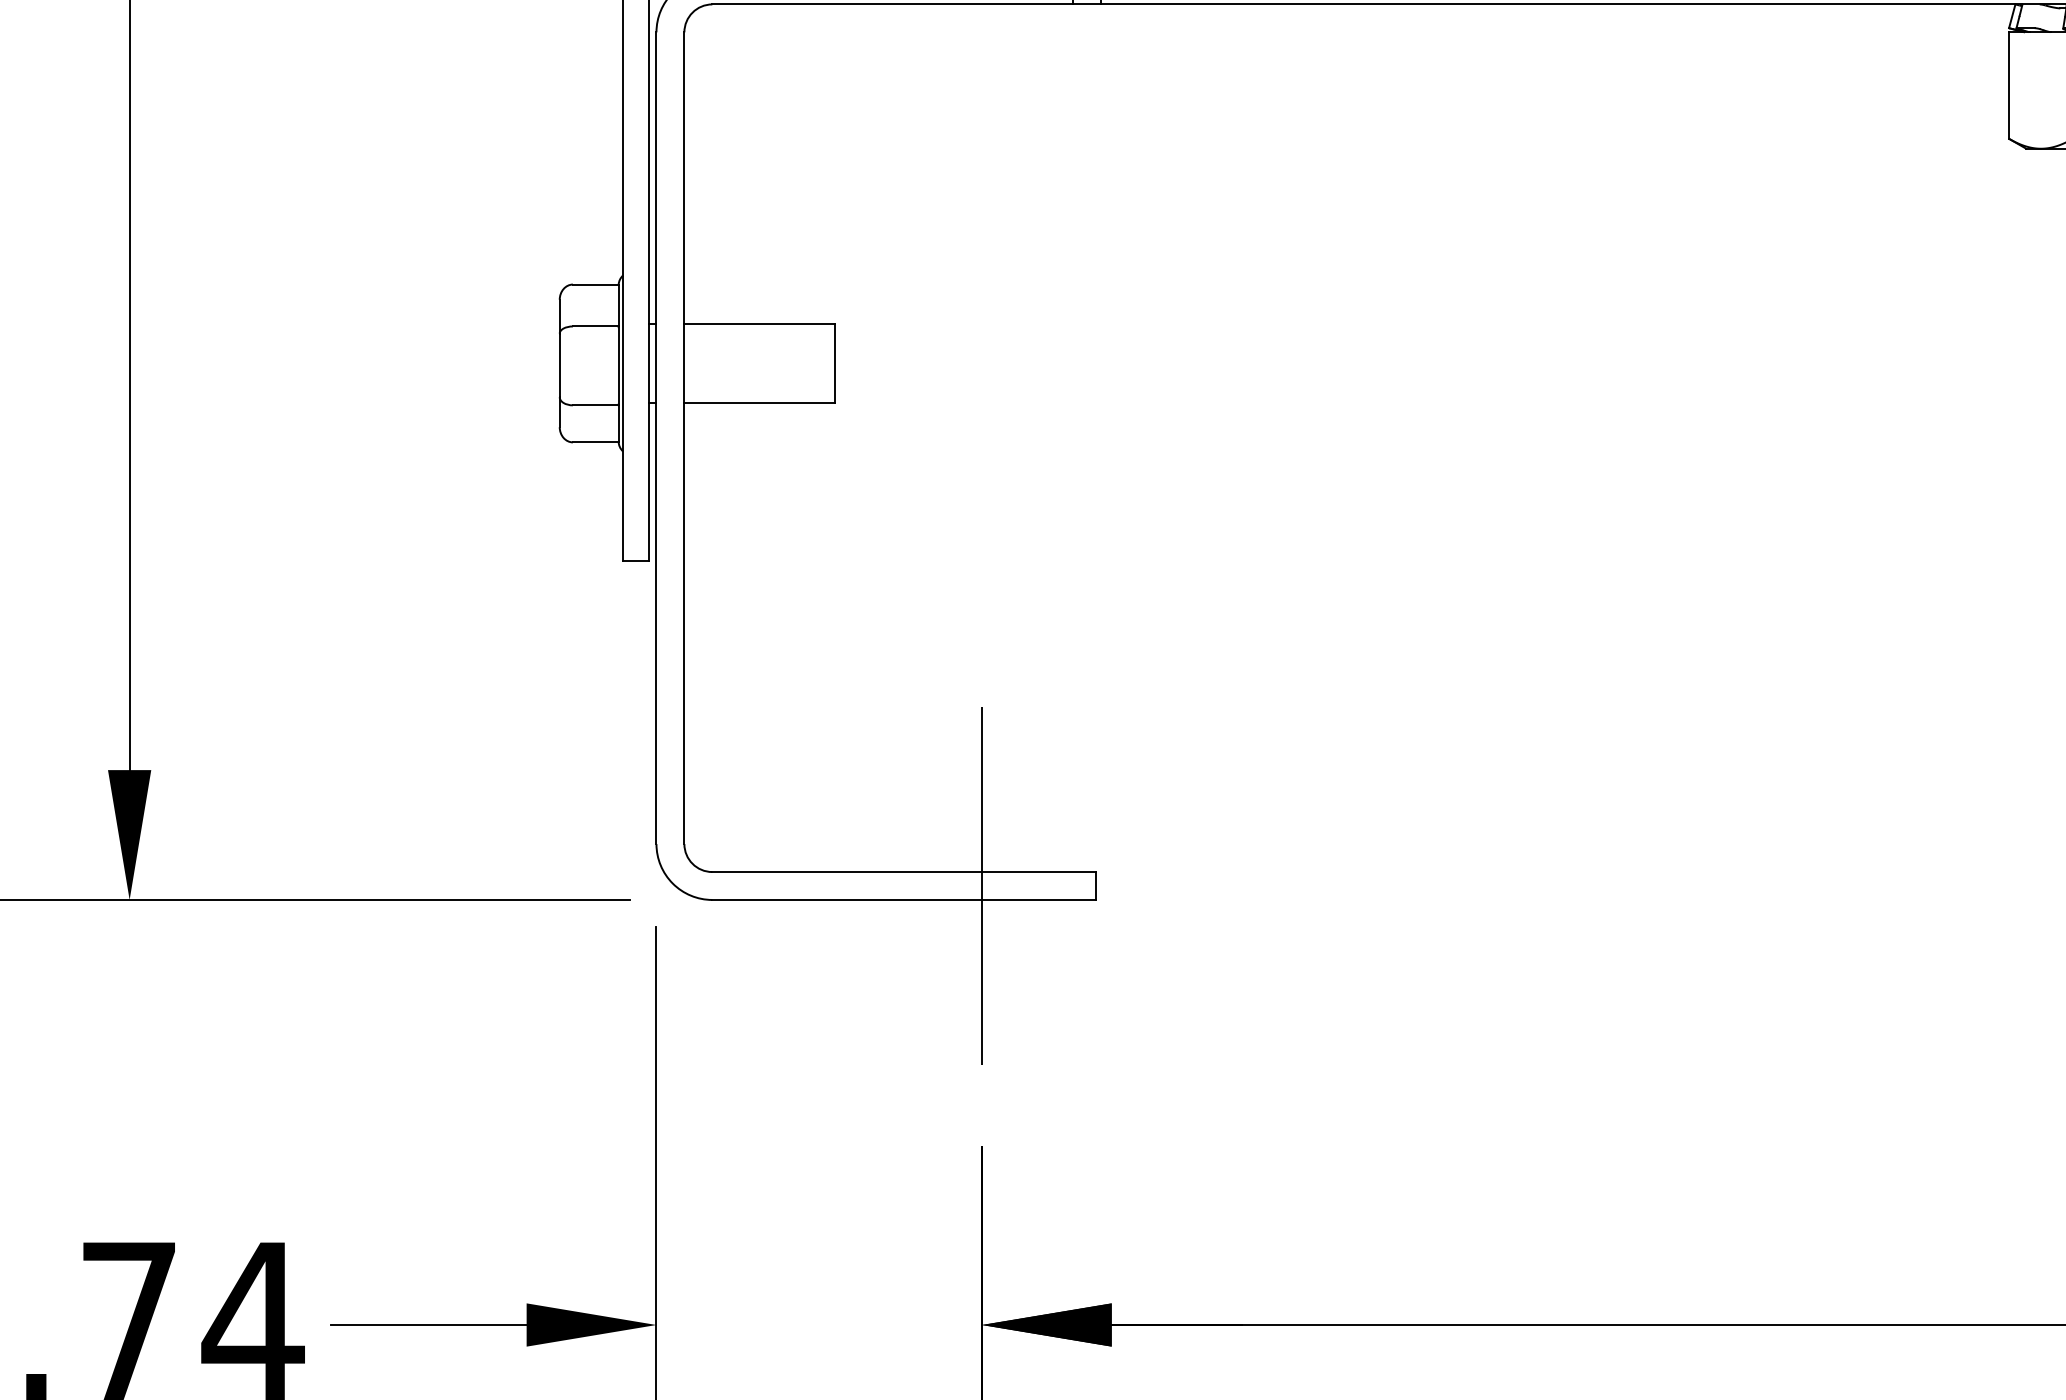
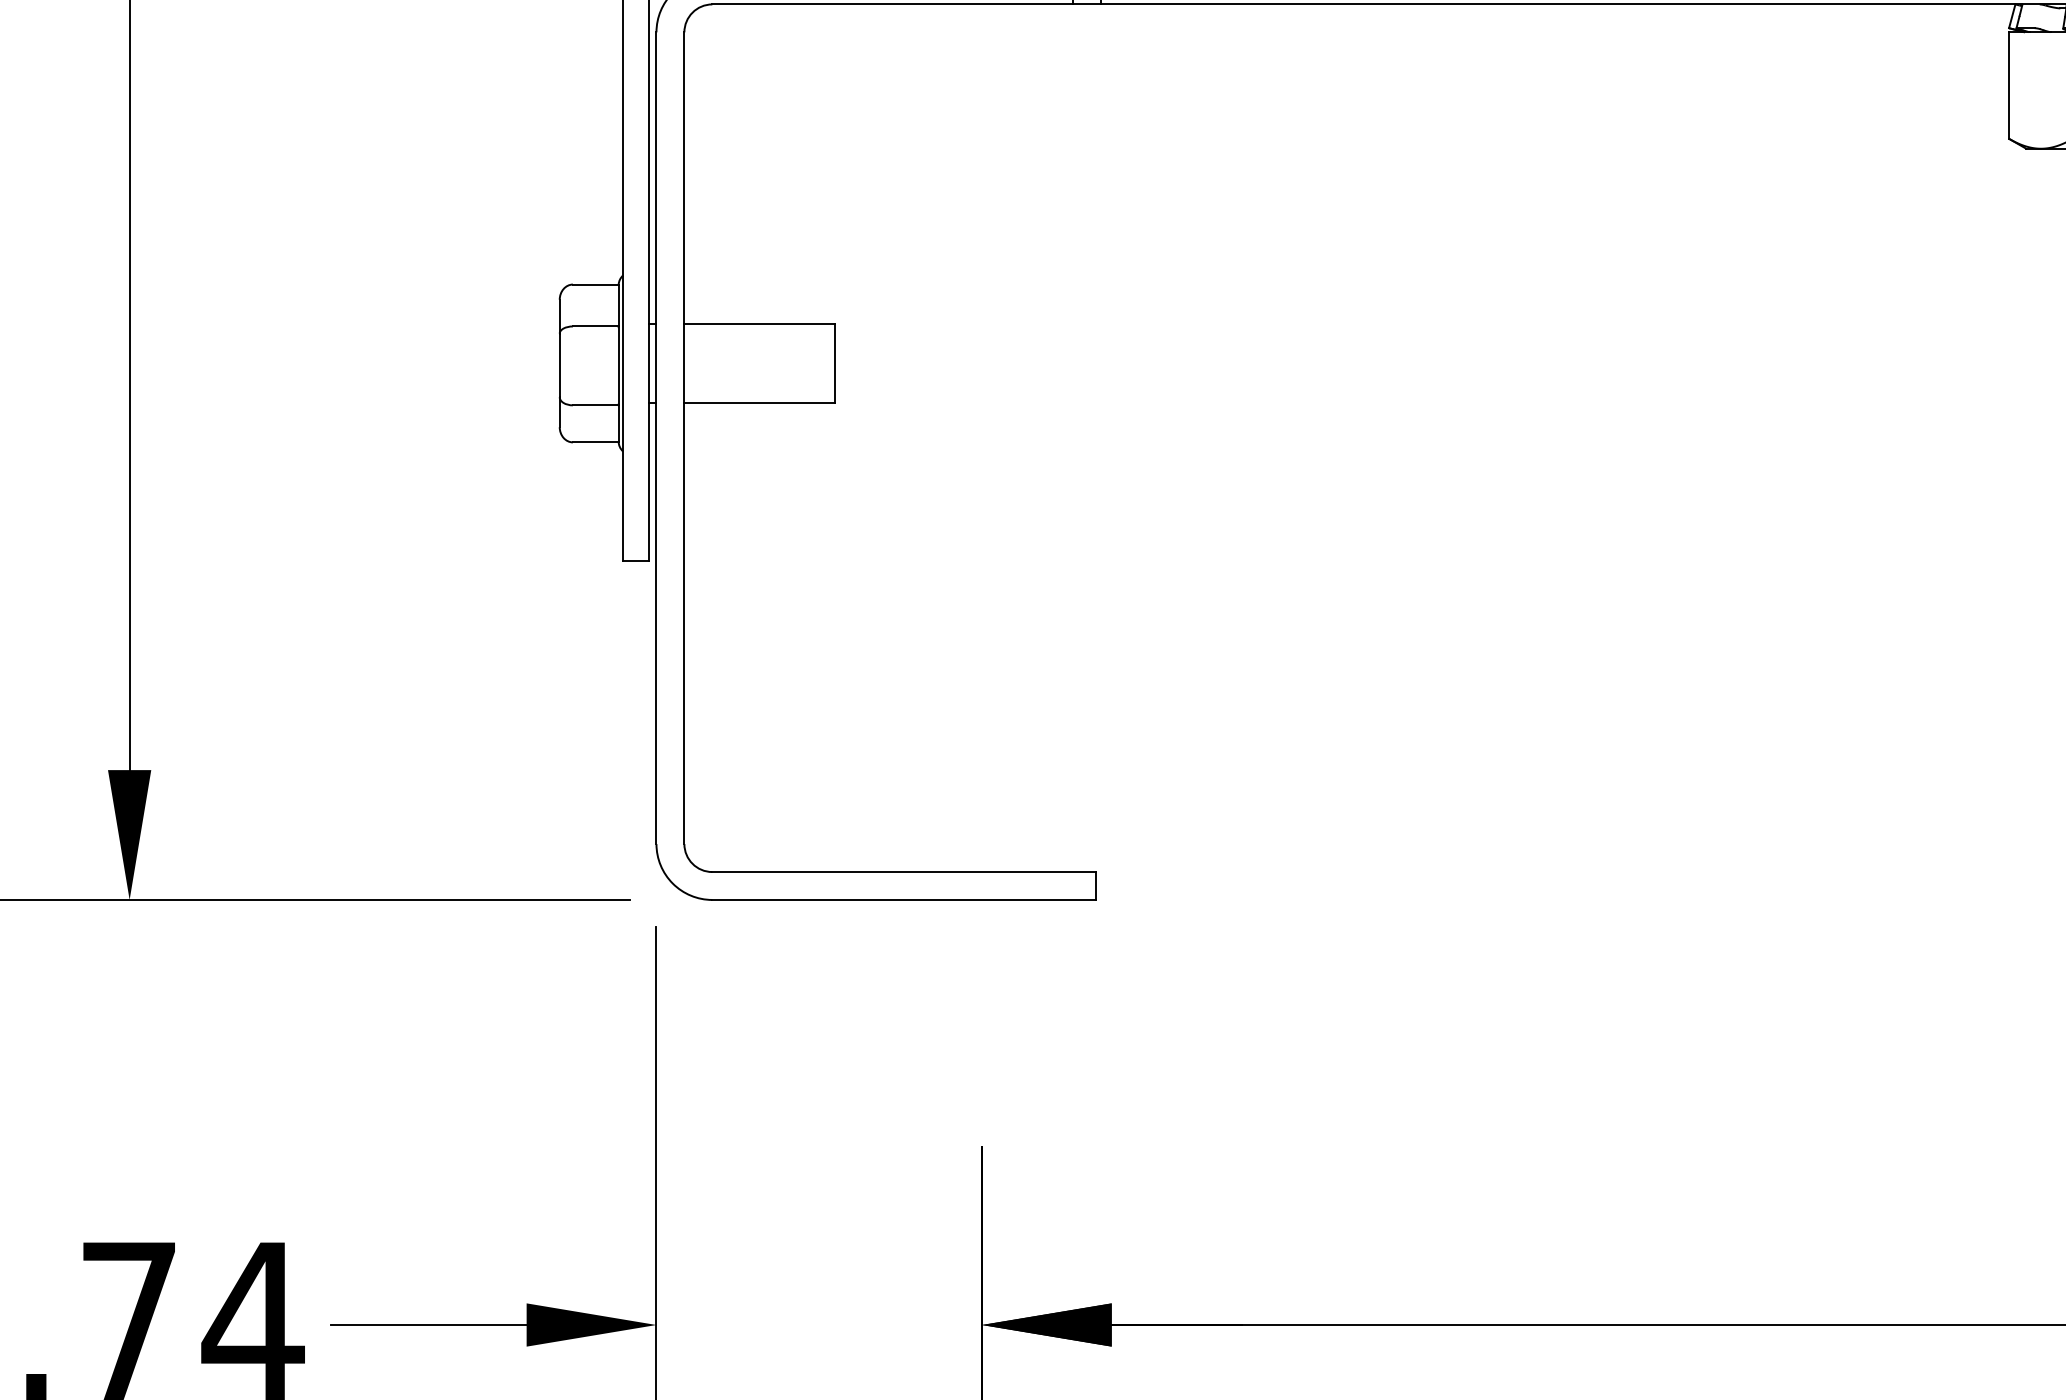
line at (981, 885): present -> none
